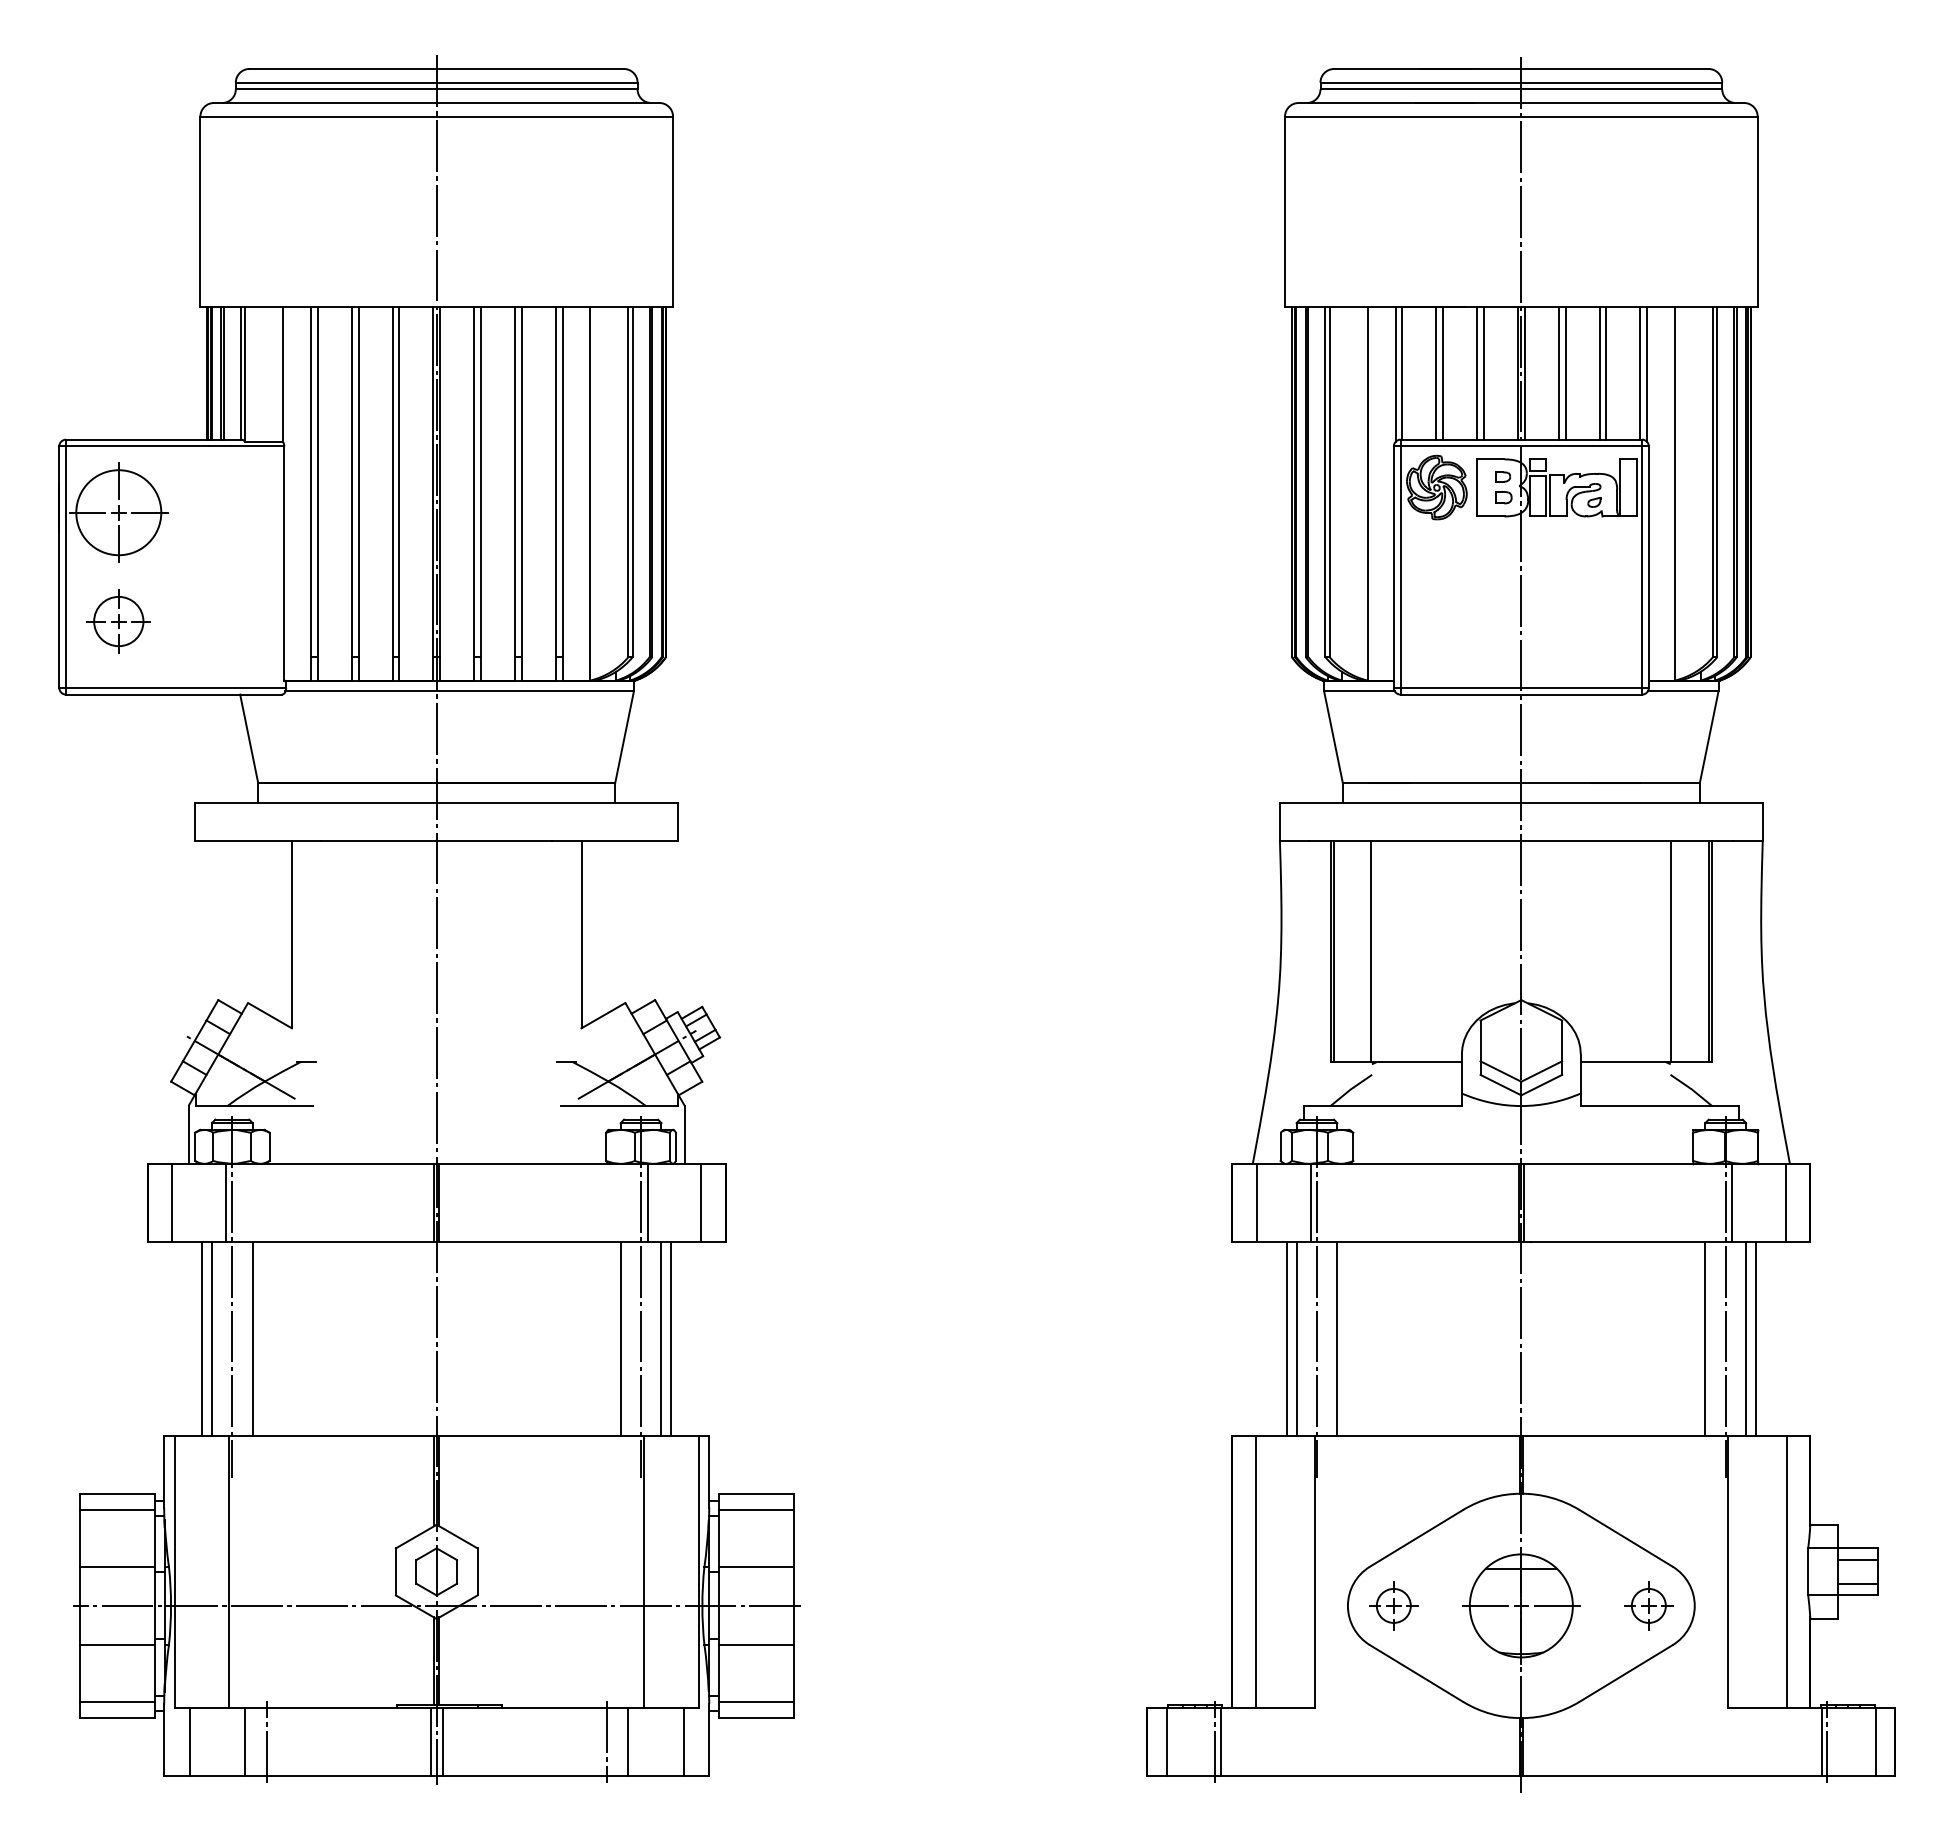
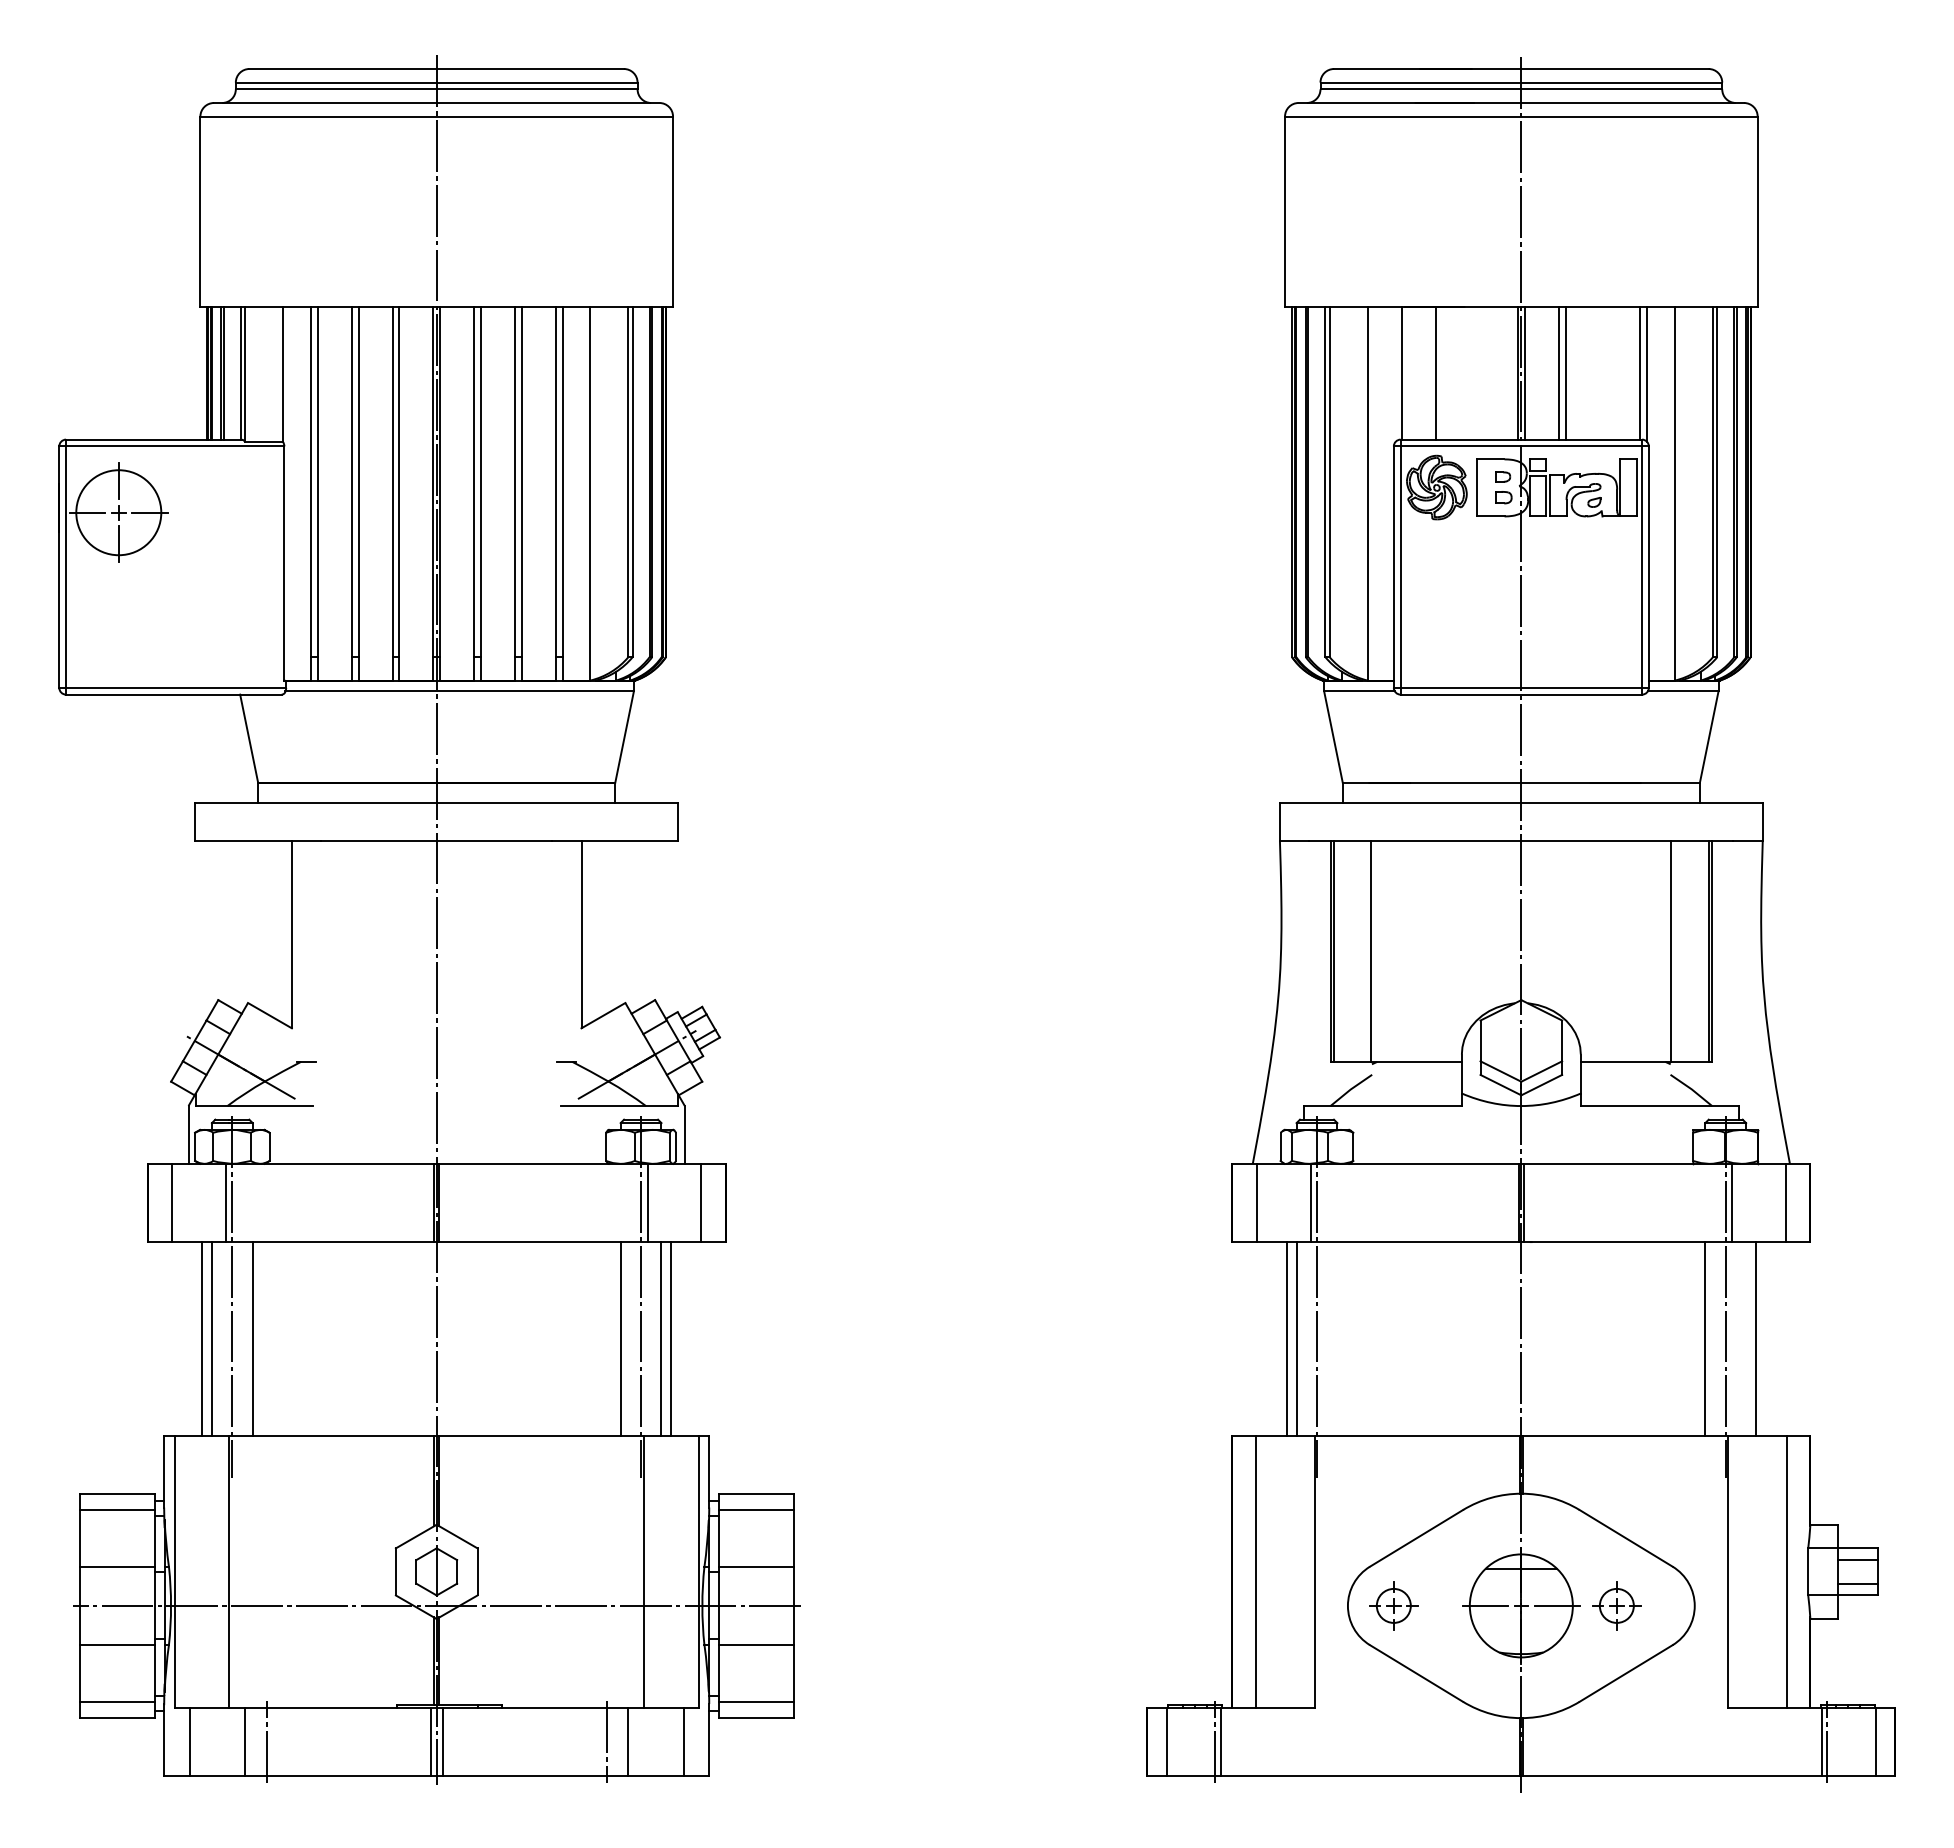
line at (1443, 373): present -> none
line at (1477, 373): present -> none
line at (1483, 373): present -> none
line at (1599, 373): present -> none
line at (1606, 373): present -> none
line at (1395, 374): present -> none
part at (118, 621): present -> none
line at (1337, 1338): present -> none
line at (1746, 1338): present -> none
part at (1648, 1605) position: (1648, 1605) -> (1616, 1605)
